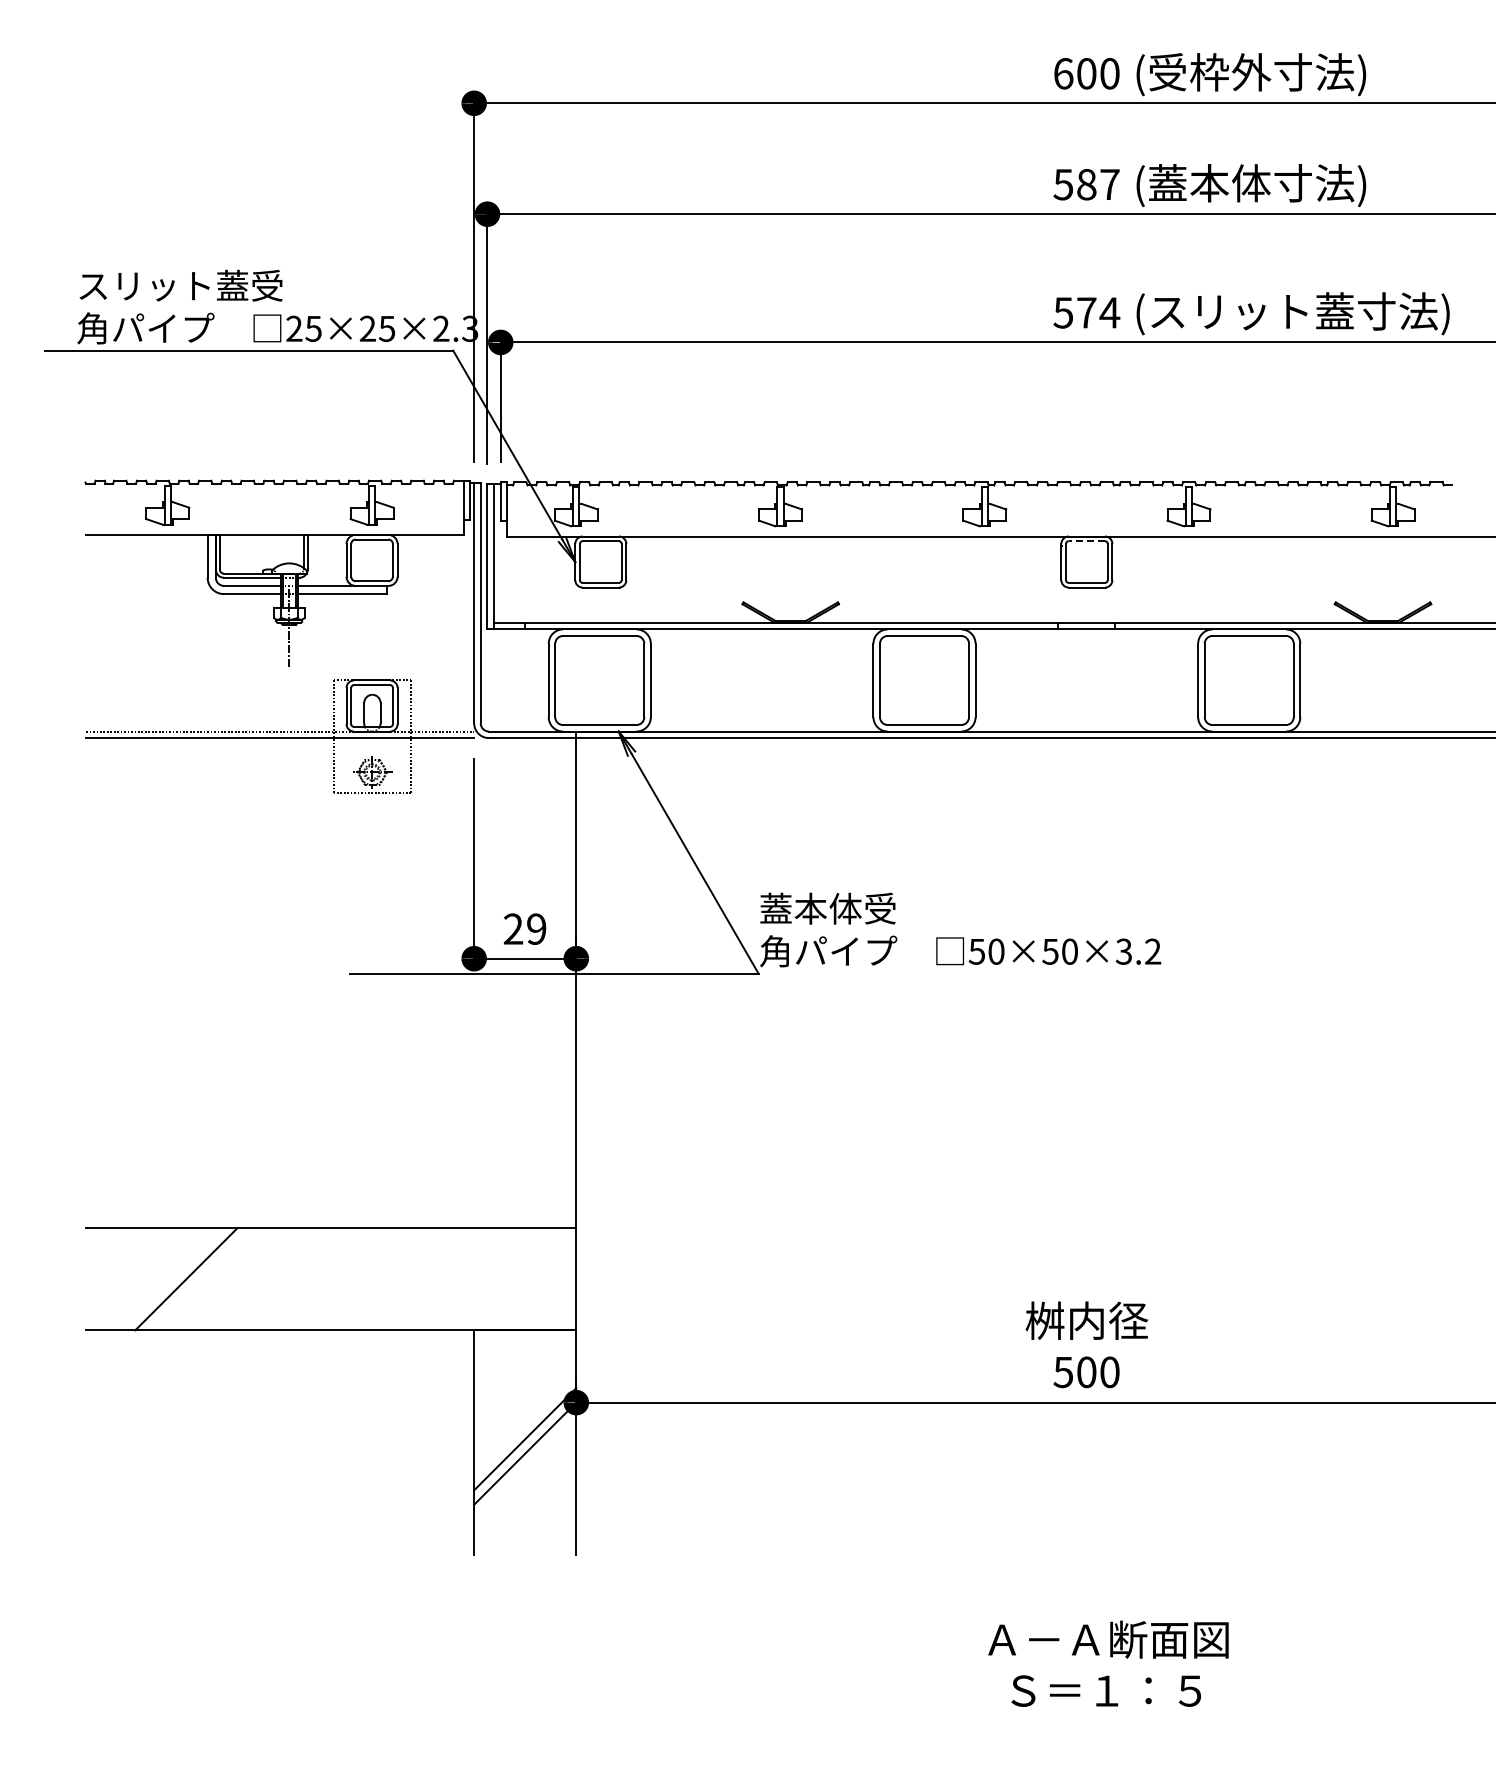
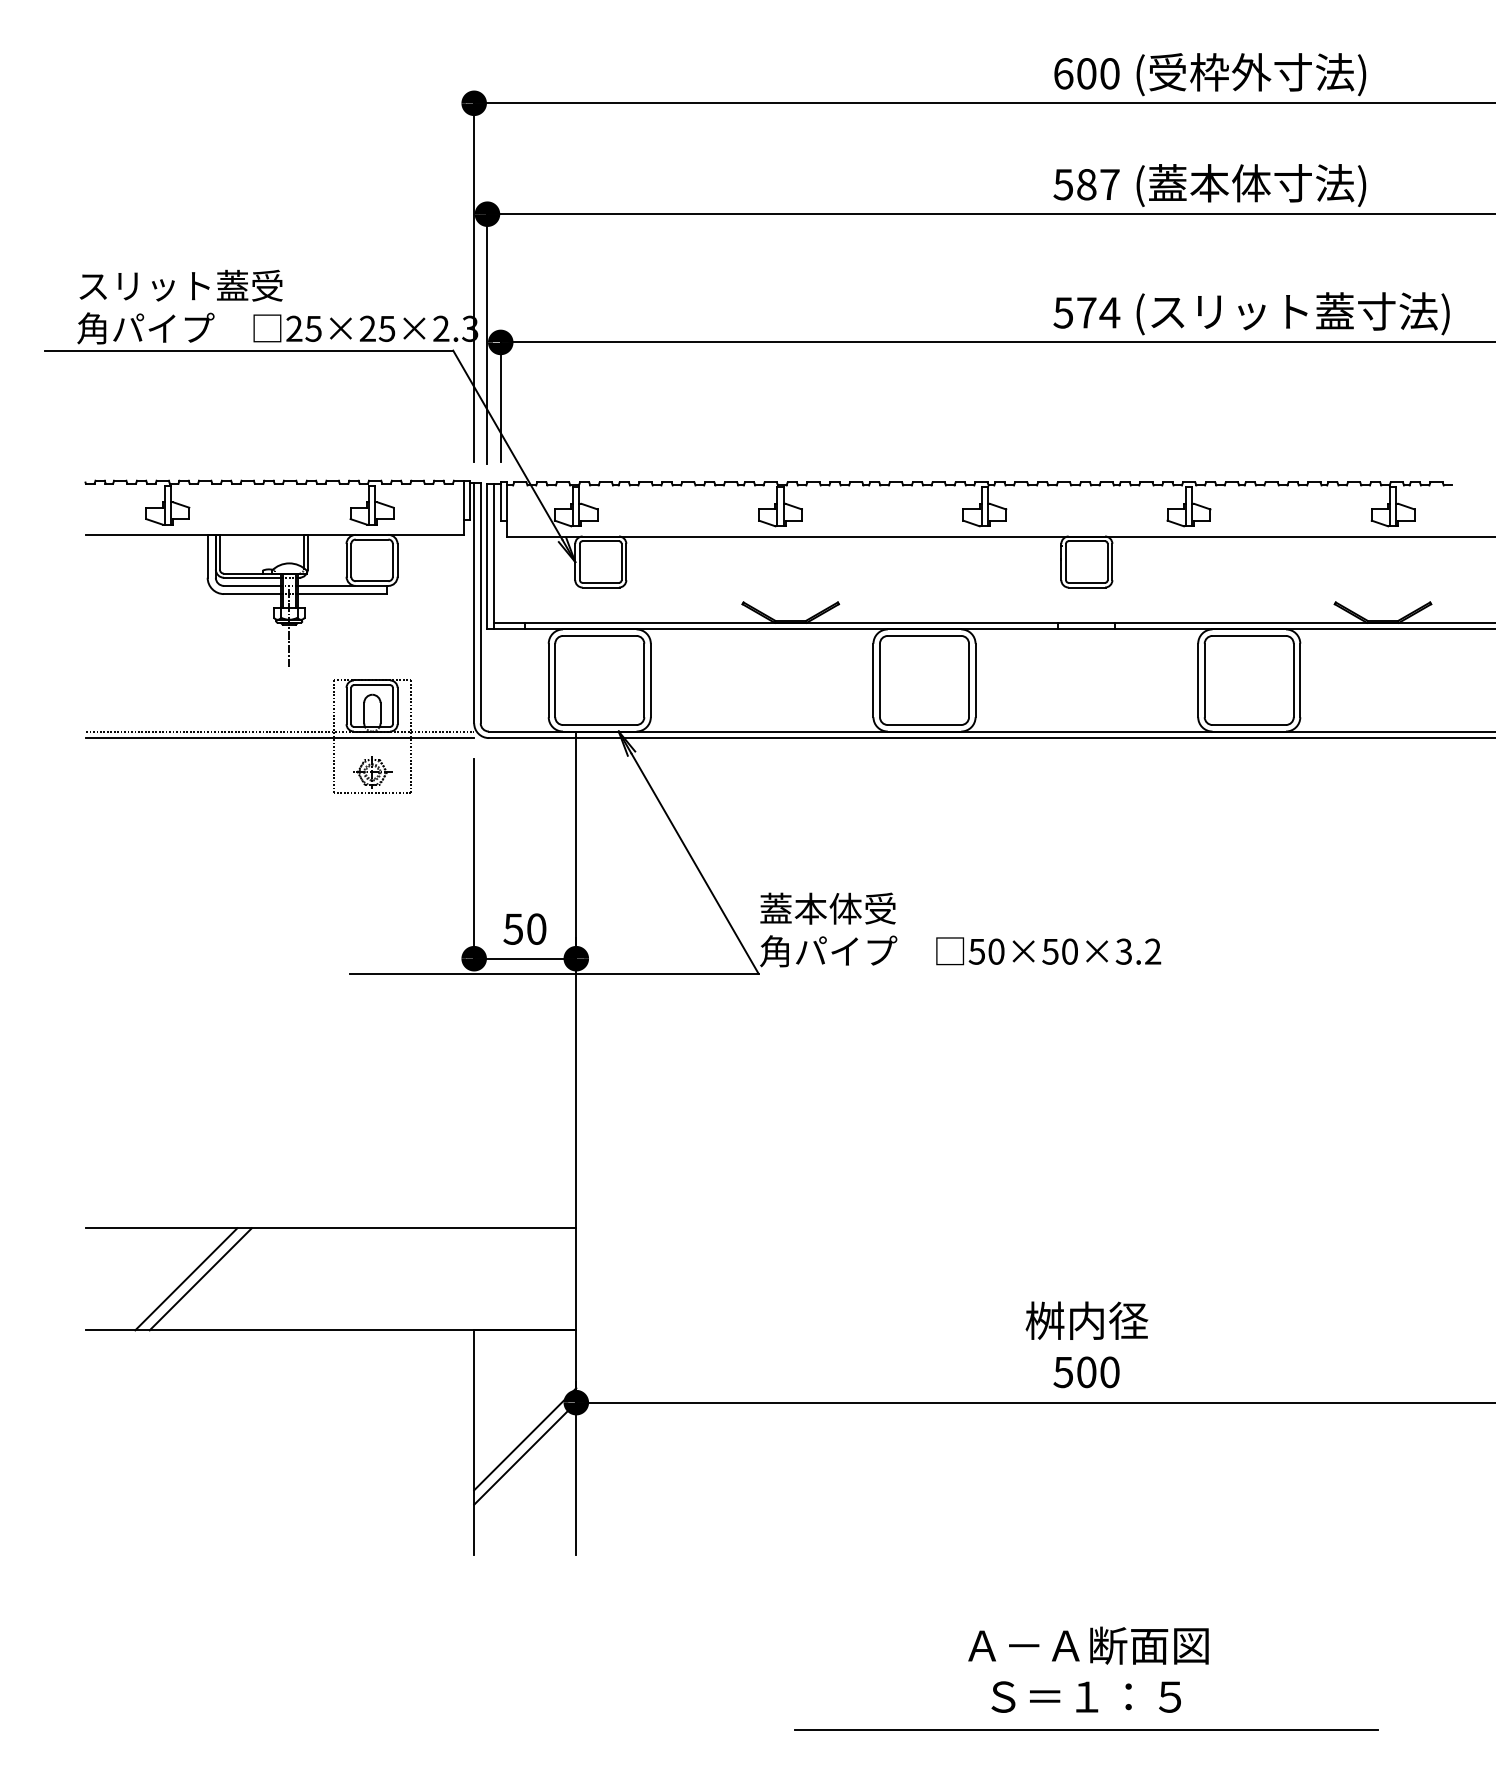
line at (1086, 541): dashed -> solid
text at (524, 928): 29 -> 50
line at (200, 1279): none -> present
text at (1108, 1663) position: (1108, 1663) -> (1088, 1669)
line at (1086, 1729): none -> present
